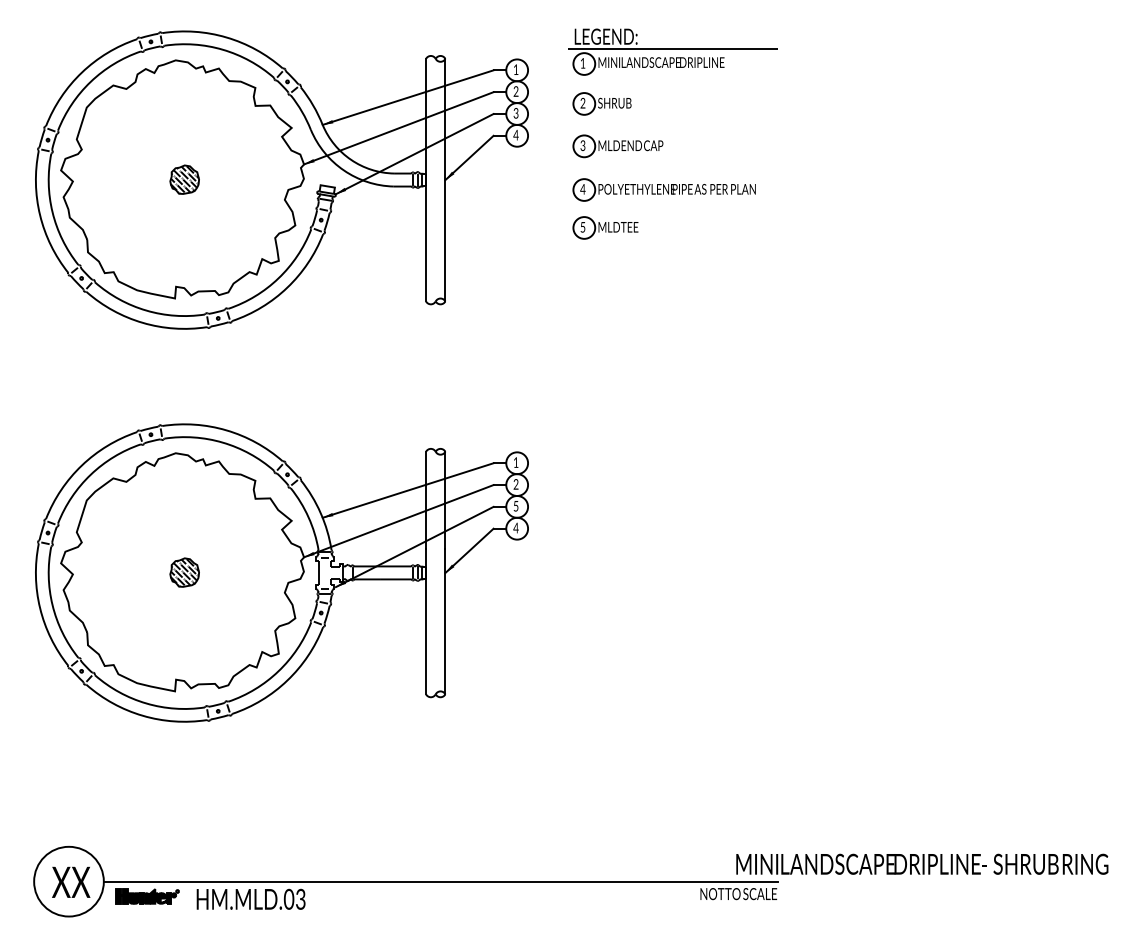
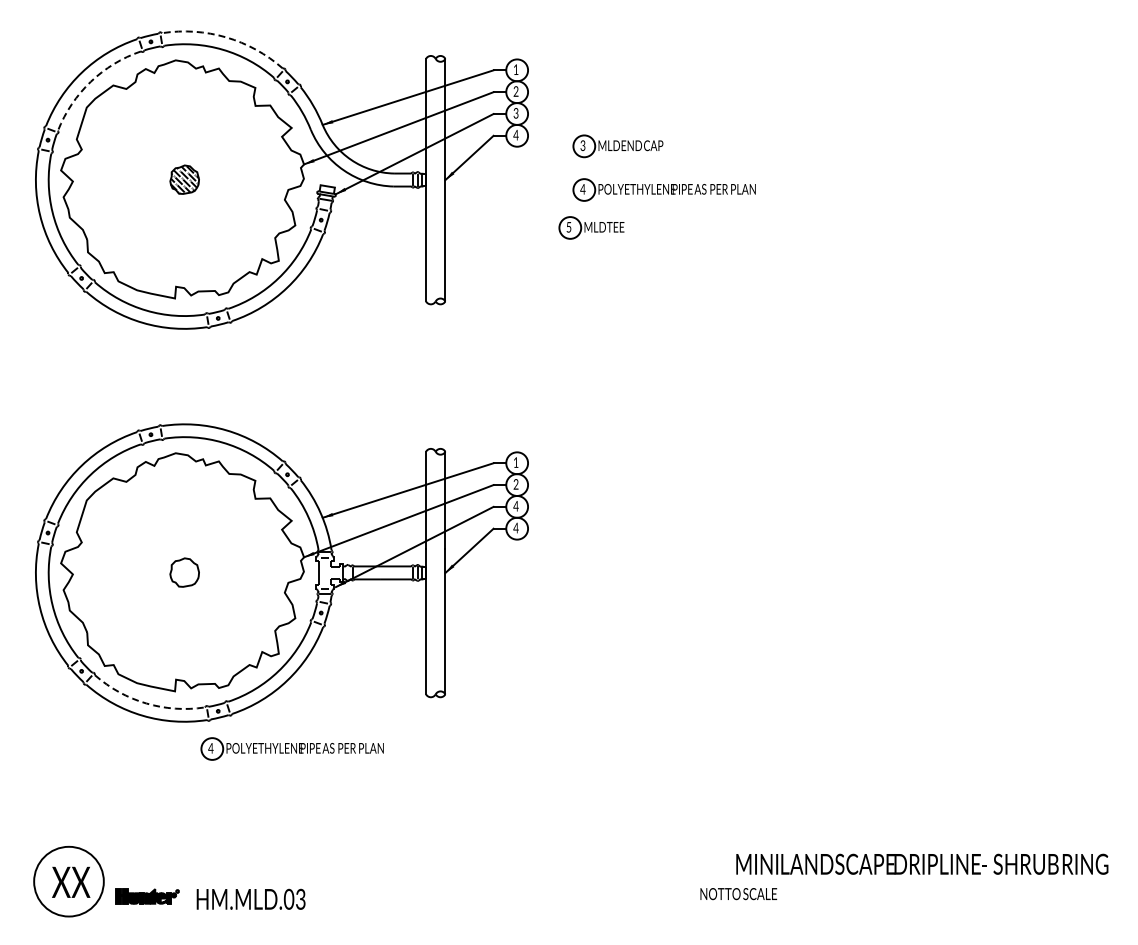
arc at (226, 37): solid -> dashed
part at (672, 51): present -> none
arc at (90, 81): solid -> dashed
part at (601, 103): present -> none
part at (605, 227) position: (605, 227) -> (591, 227)
text at (515, 506): 5 -> 4
hatch at (184, 572): present -> none
arc at (146, 703): solid -> dashed
part at (291, 748): none -> present
line at (440, 881): present -> none
